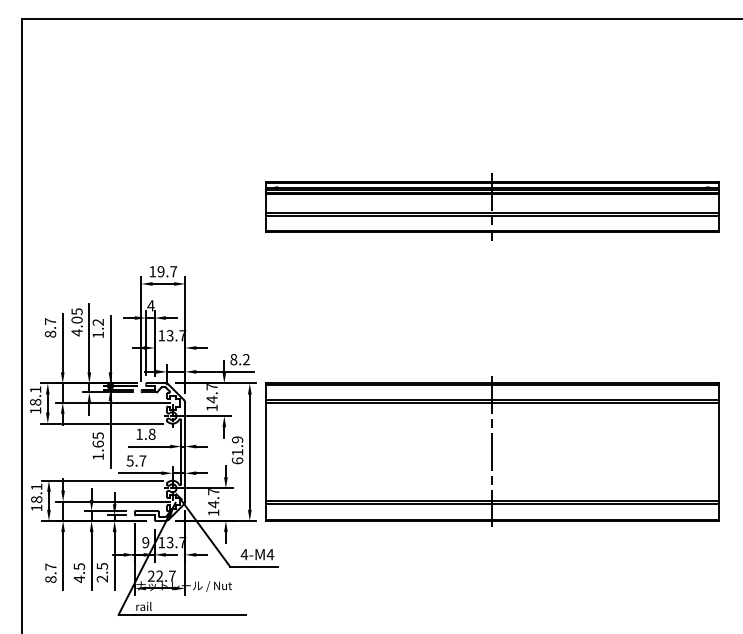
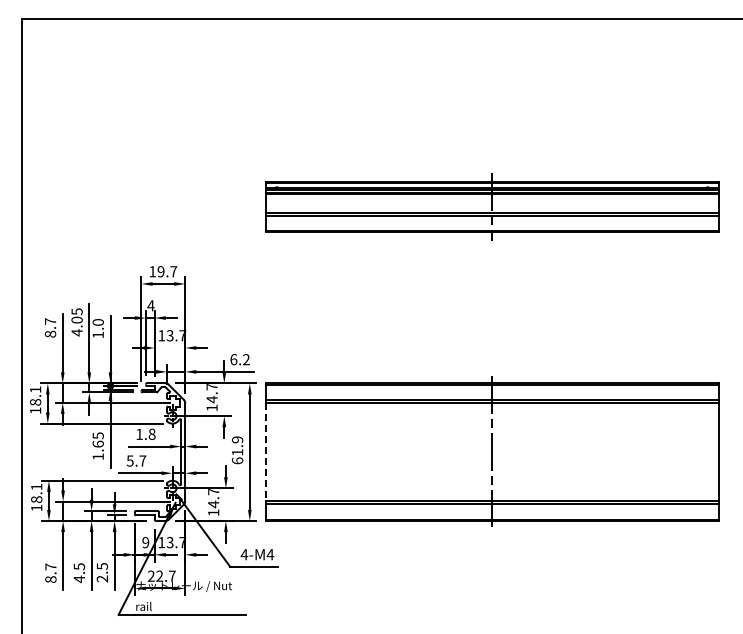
text at (97, 322): 1.2 -> 1.0
text at (233, 359): 8.2 -> 6.2
line at (265, 452): solid -> dashed
